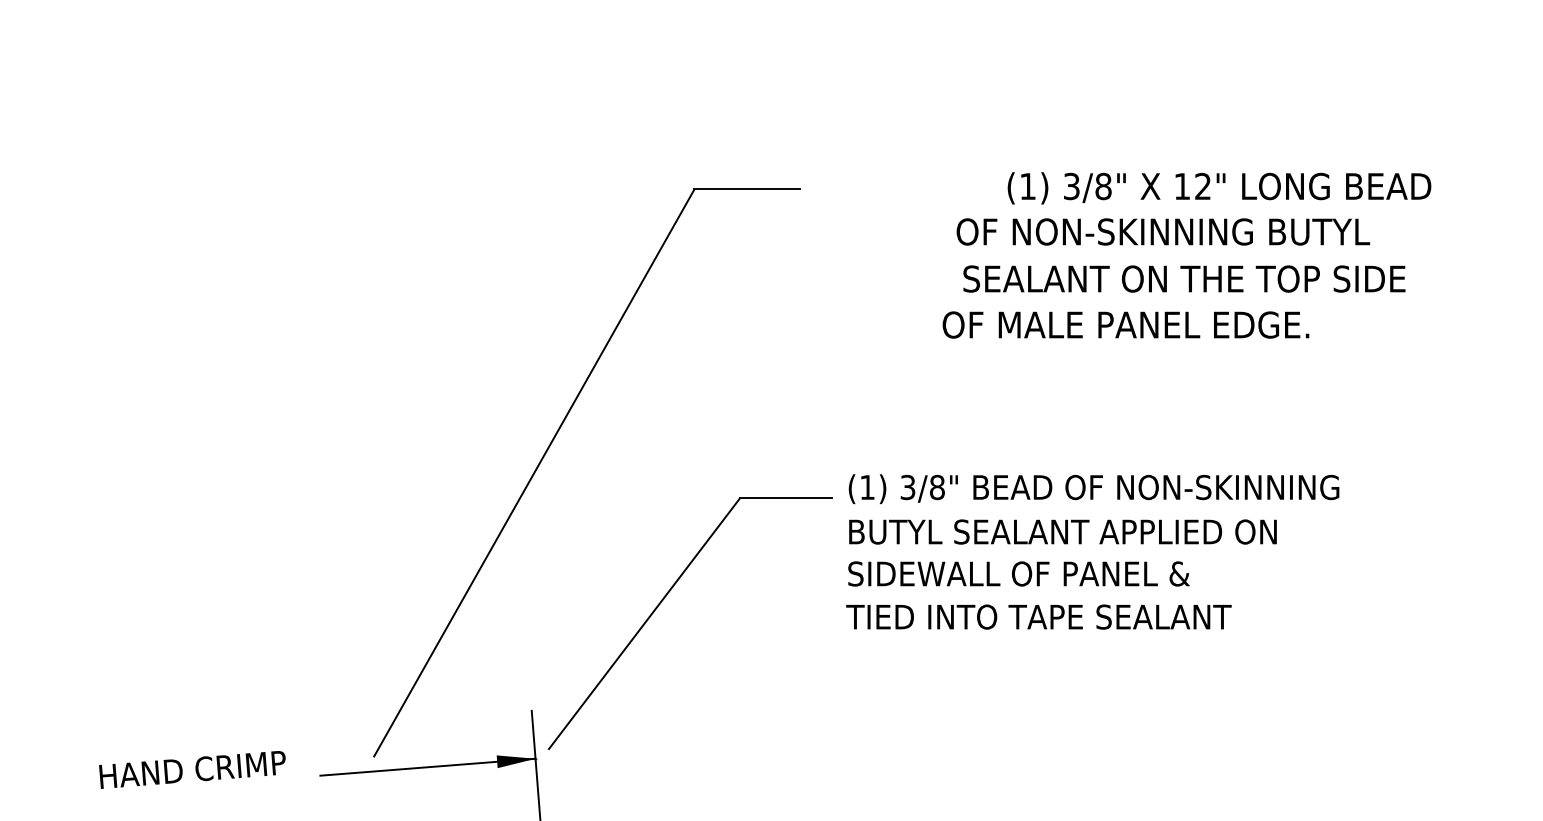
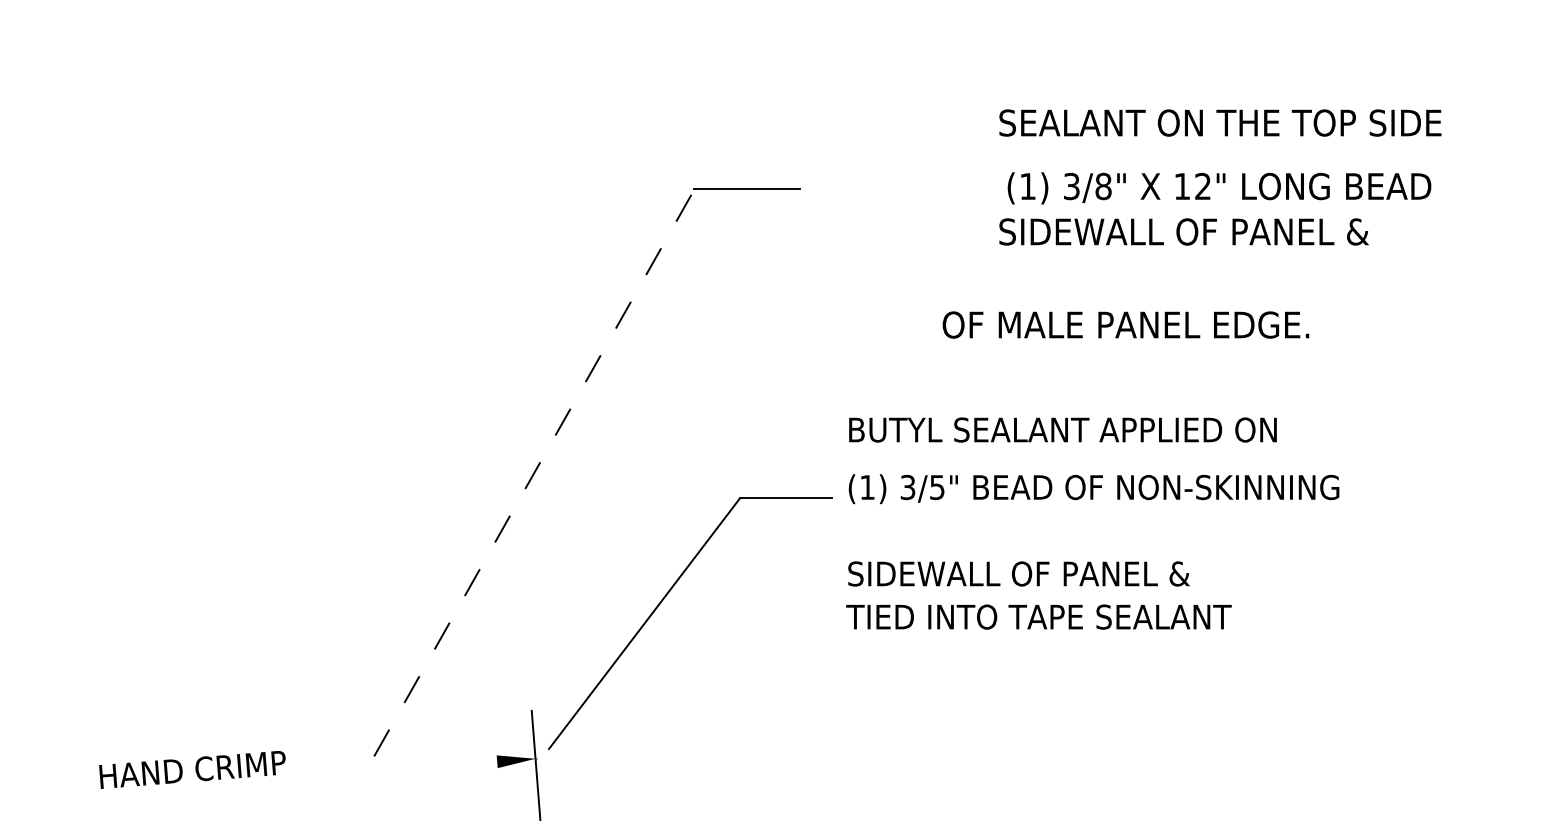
text at (1163, 231): OF NON-SKINNING BUTYL -> SIDEWALL OF PANEL &
text at (1184, 278) position: (1184, 278) -> (1220, 122)
line at (534, 472): solid -> dashed
text at (937, 487): 3/8" -> 3/5"
text at (1062, 531) position: (1062, 531) -> (1062, 429)
line at (427, 766): present -> none
